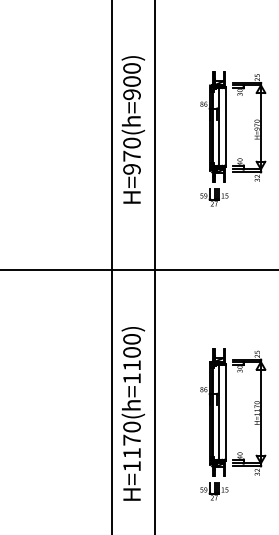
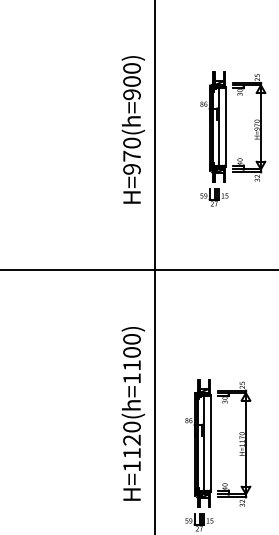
line at (112, 266): present -> none
part at (226, 424) position: (226, 424) -> (211, 455)
text at (131, 439): H=1170(h=1100) -> H=1120(h=1100)
